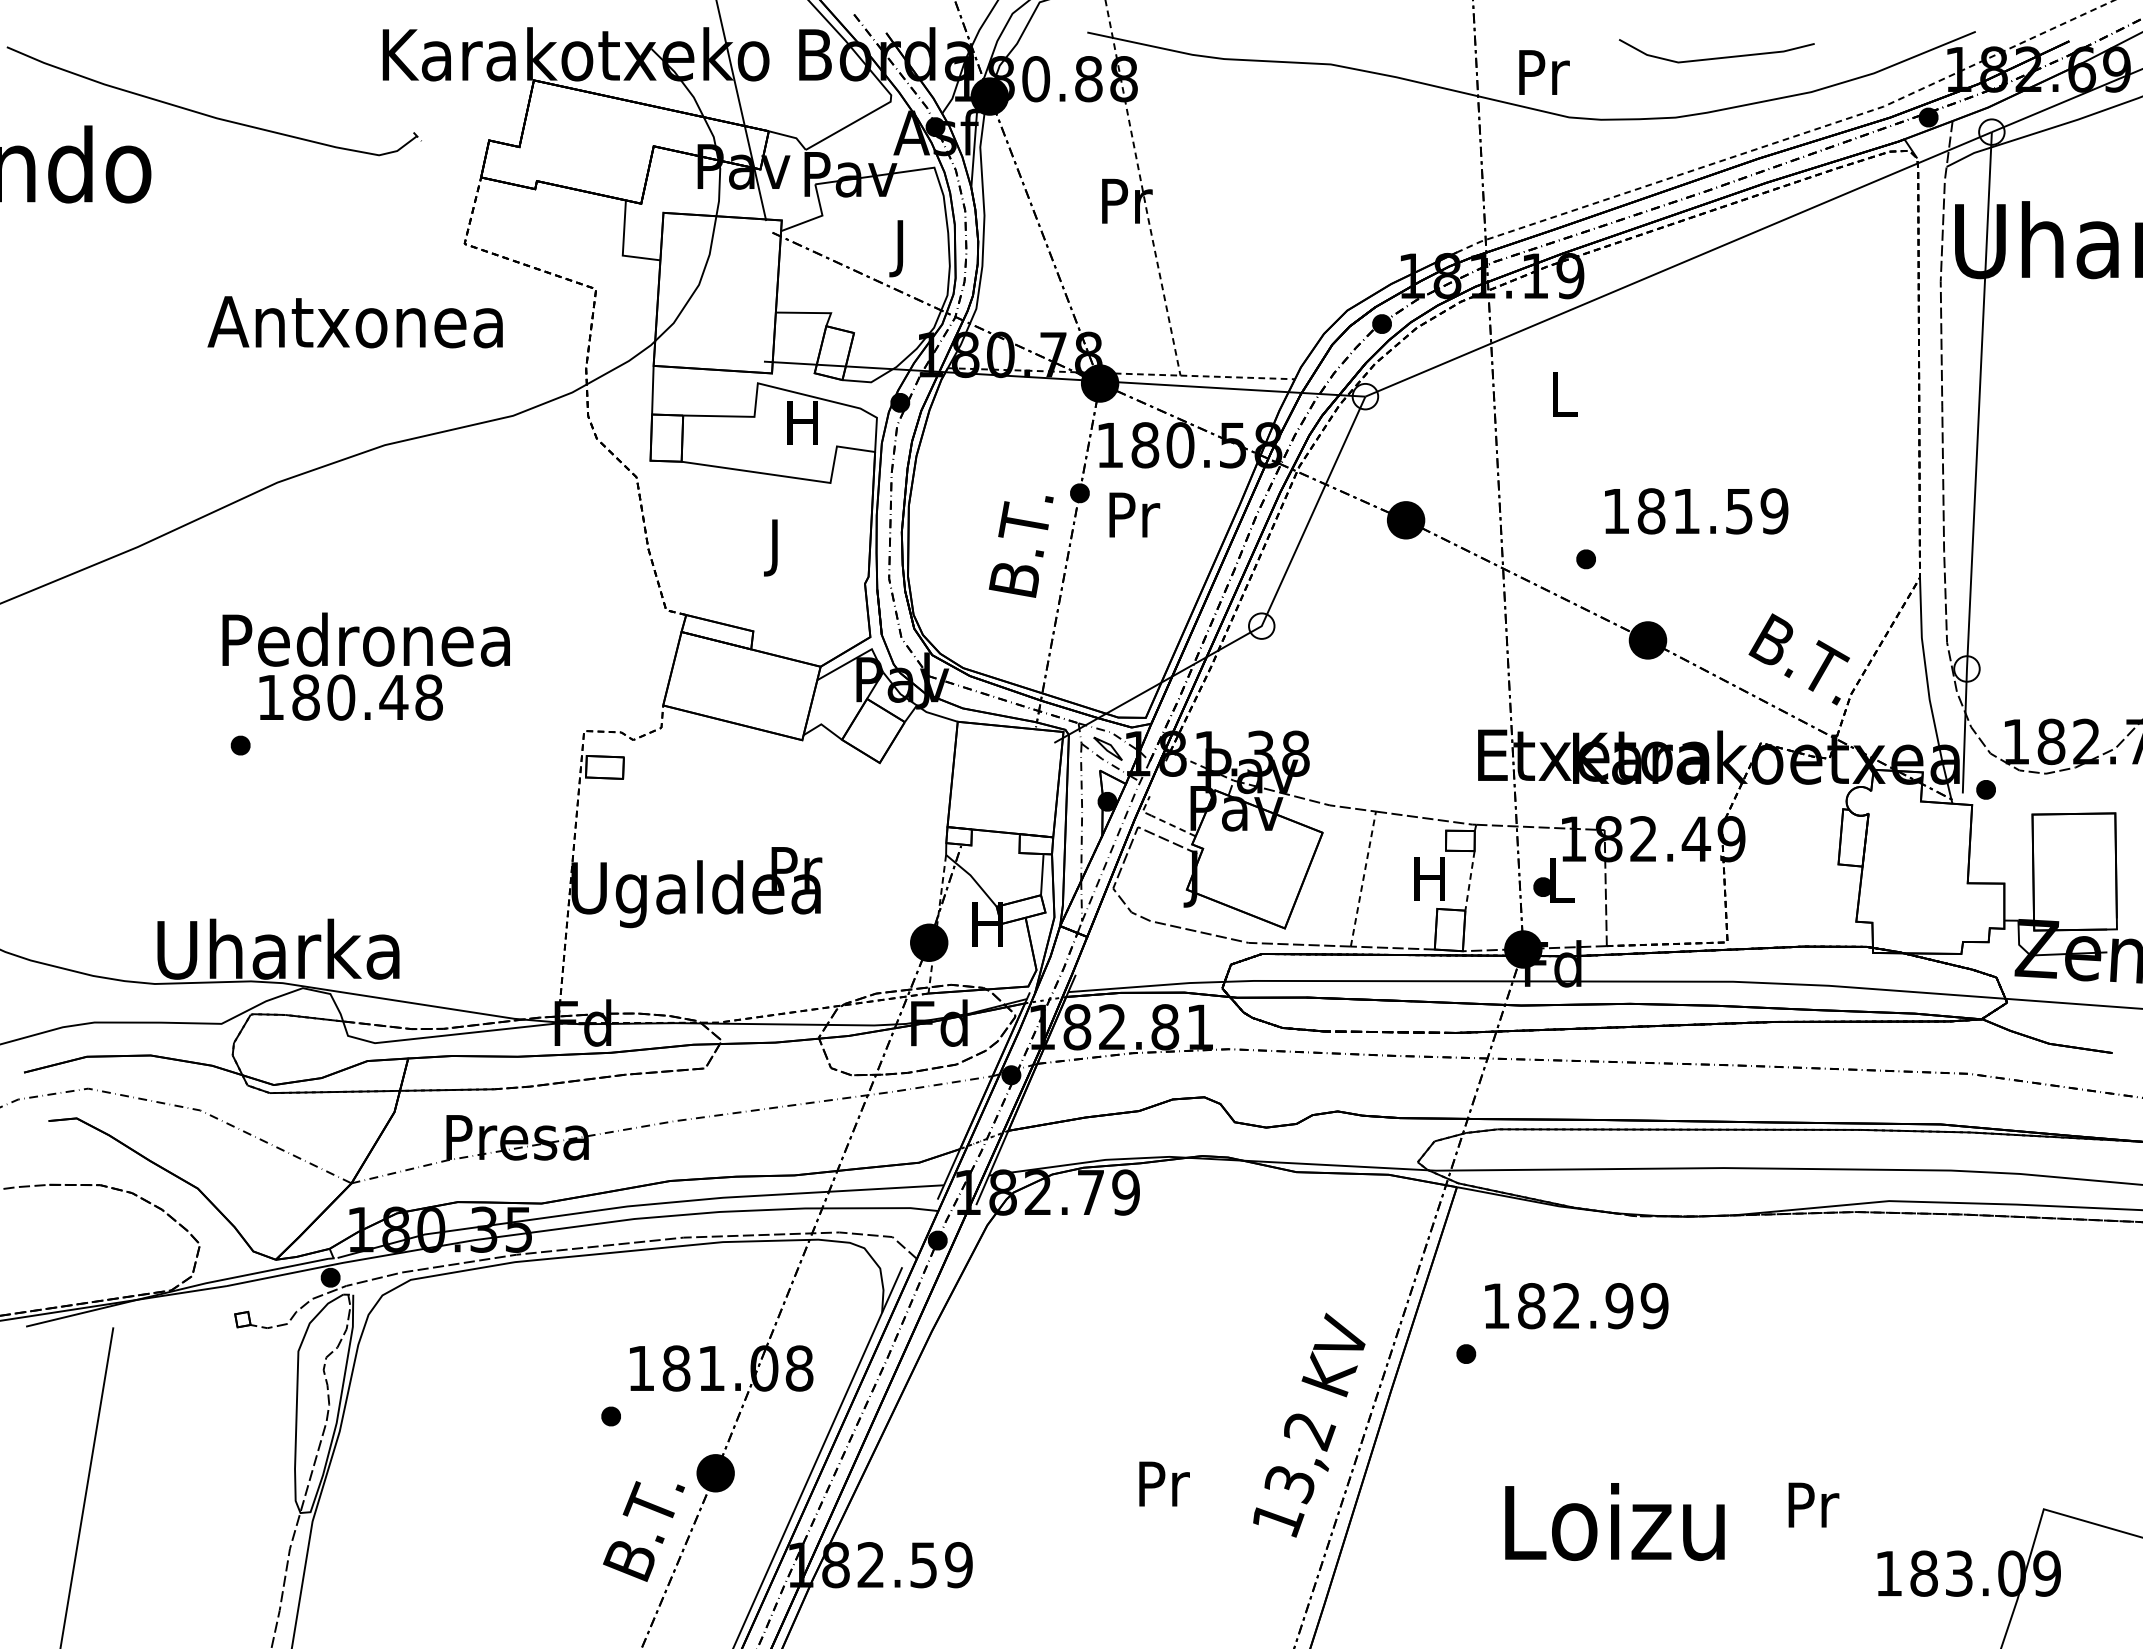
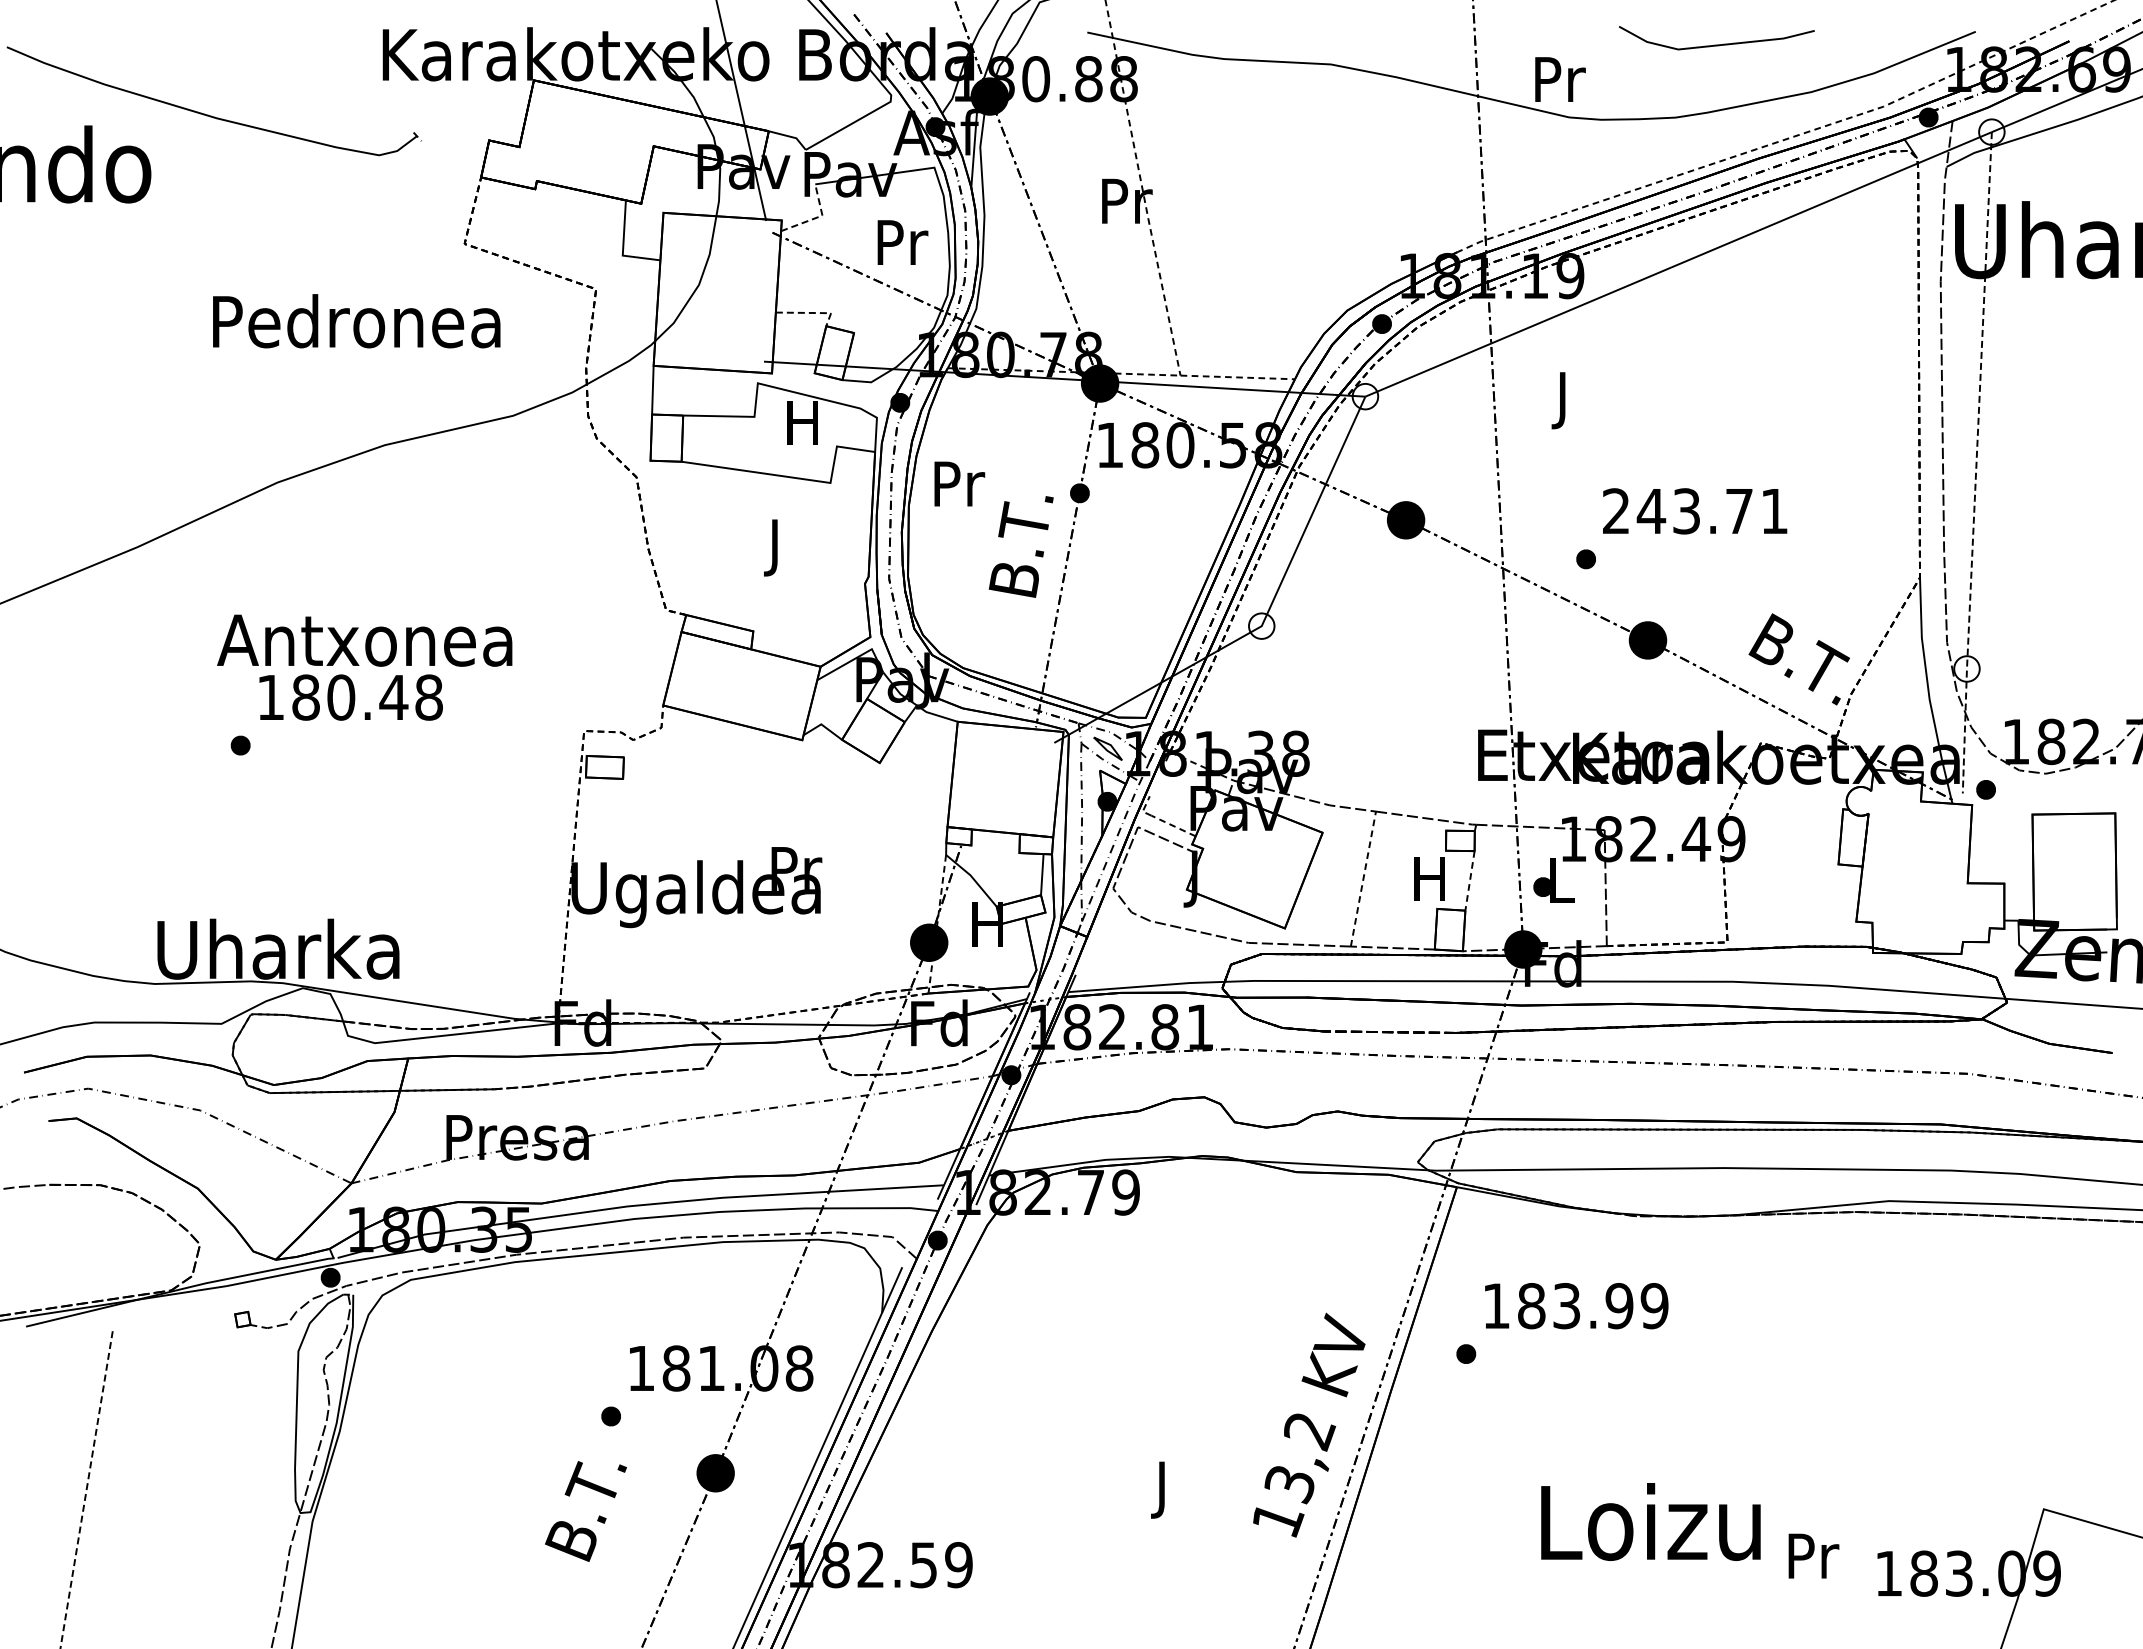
line at (1716, 57) position: (1716, 57) -> (1716, 44)
text at (1544, 72) position: (1544, 72) -> (1560, 79)
line at (817, 217): solid -> dashed
text at (902, 248): J -> Pr
line at (811, 312): solid -> dashed
text at (354, 321): Antxonea -> Pedronea
text at (1564, 400): L -> J
line at (1976, 463): solid -> dashed
text at (1695, 511): 181.59 -> 243.71
text at (1134, 514) position: (1134, 514) -> (959, 483)
text at (364, 639): Pedronea -> Antxonea
text at (1566, 1306): 182.99 -> 183.99
line at (86, 1488): solid -> dashed
text at (1164, 1489): Pr -> J
text at (1813, 1504) position: (1813, 1504) -> (1813, 1555)
text at (1614, 1521) position: (1614, 1521) -> (1650, 1521)
text at (643, 1531) position: (643, 1531) -> (585, 1511)
